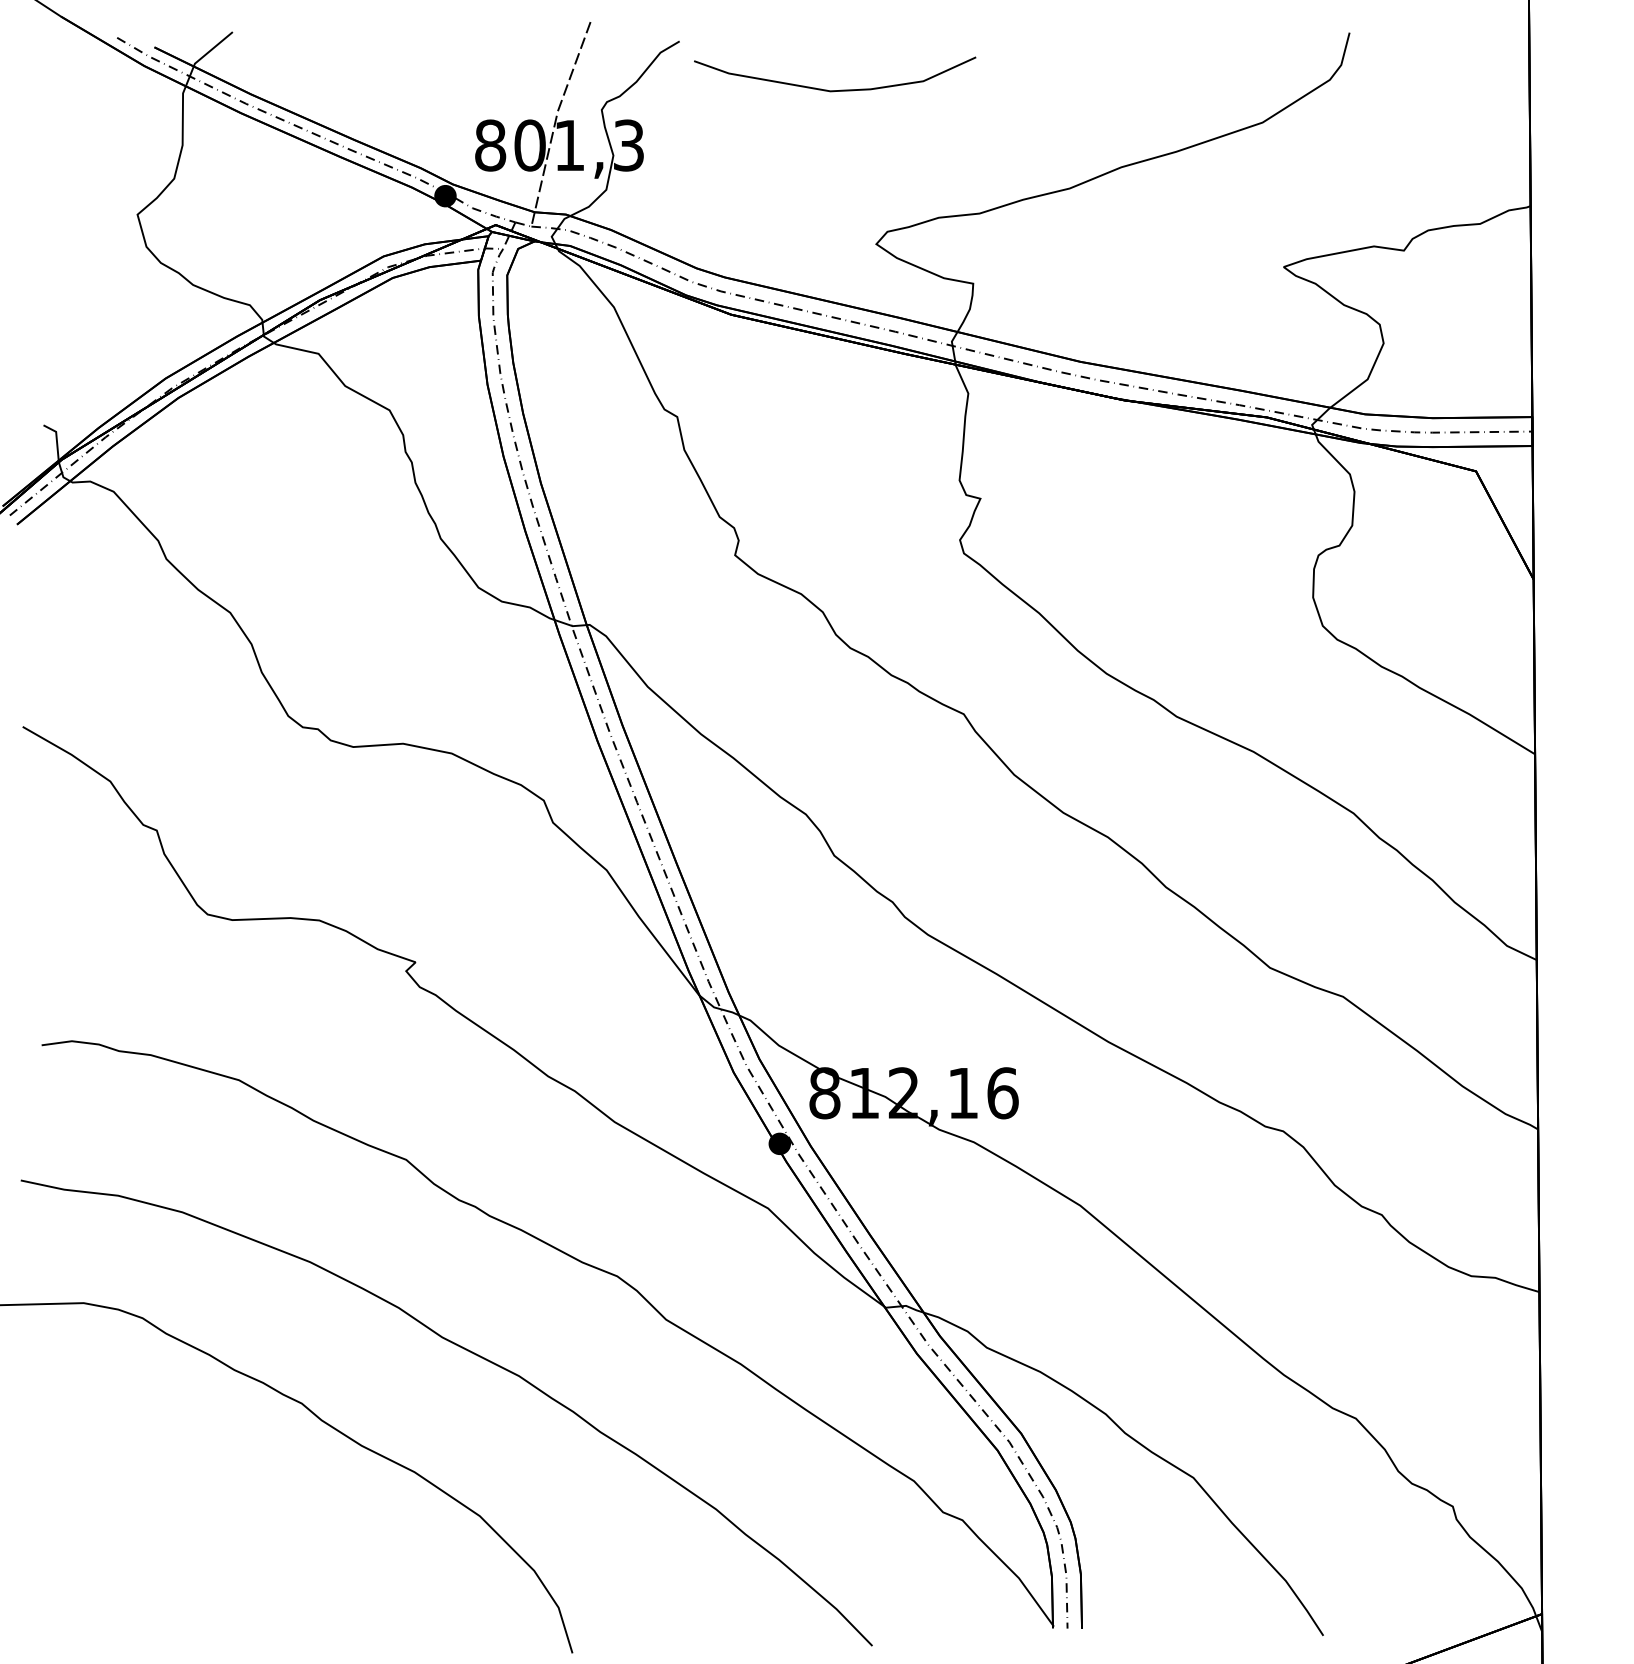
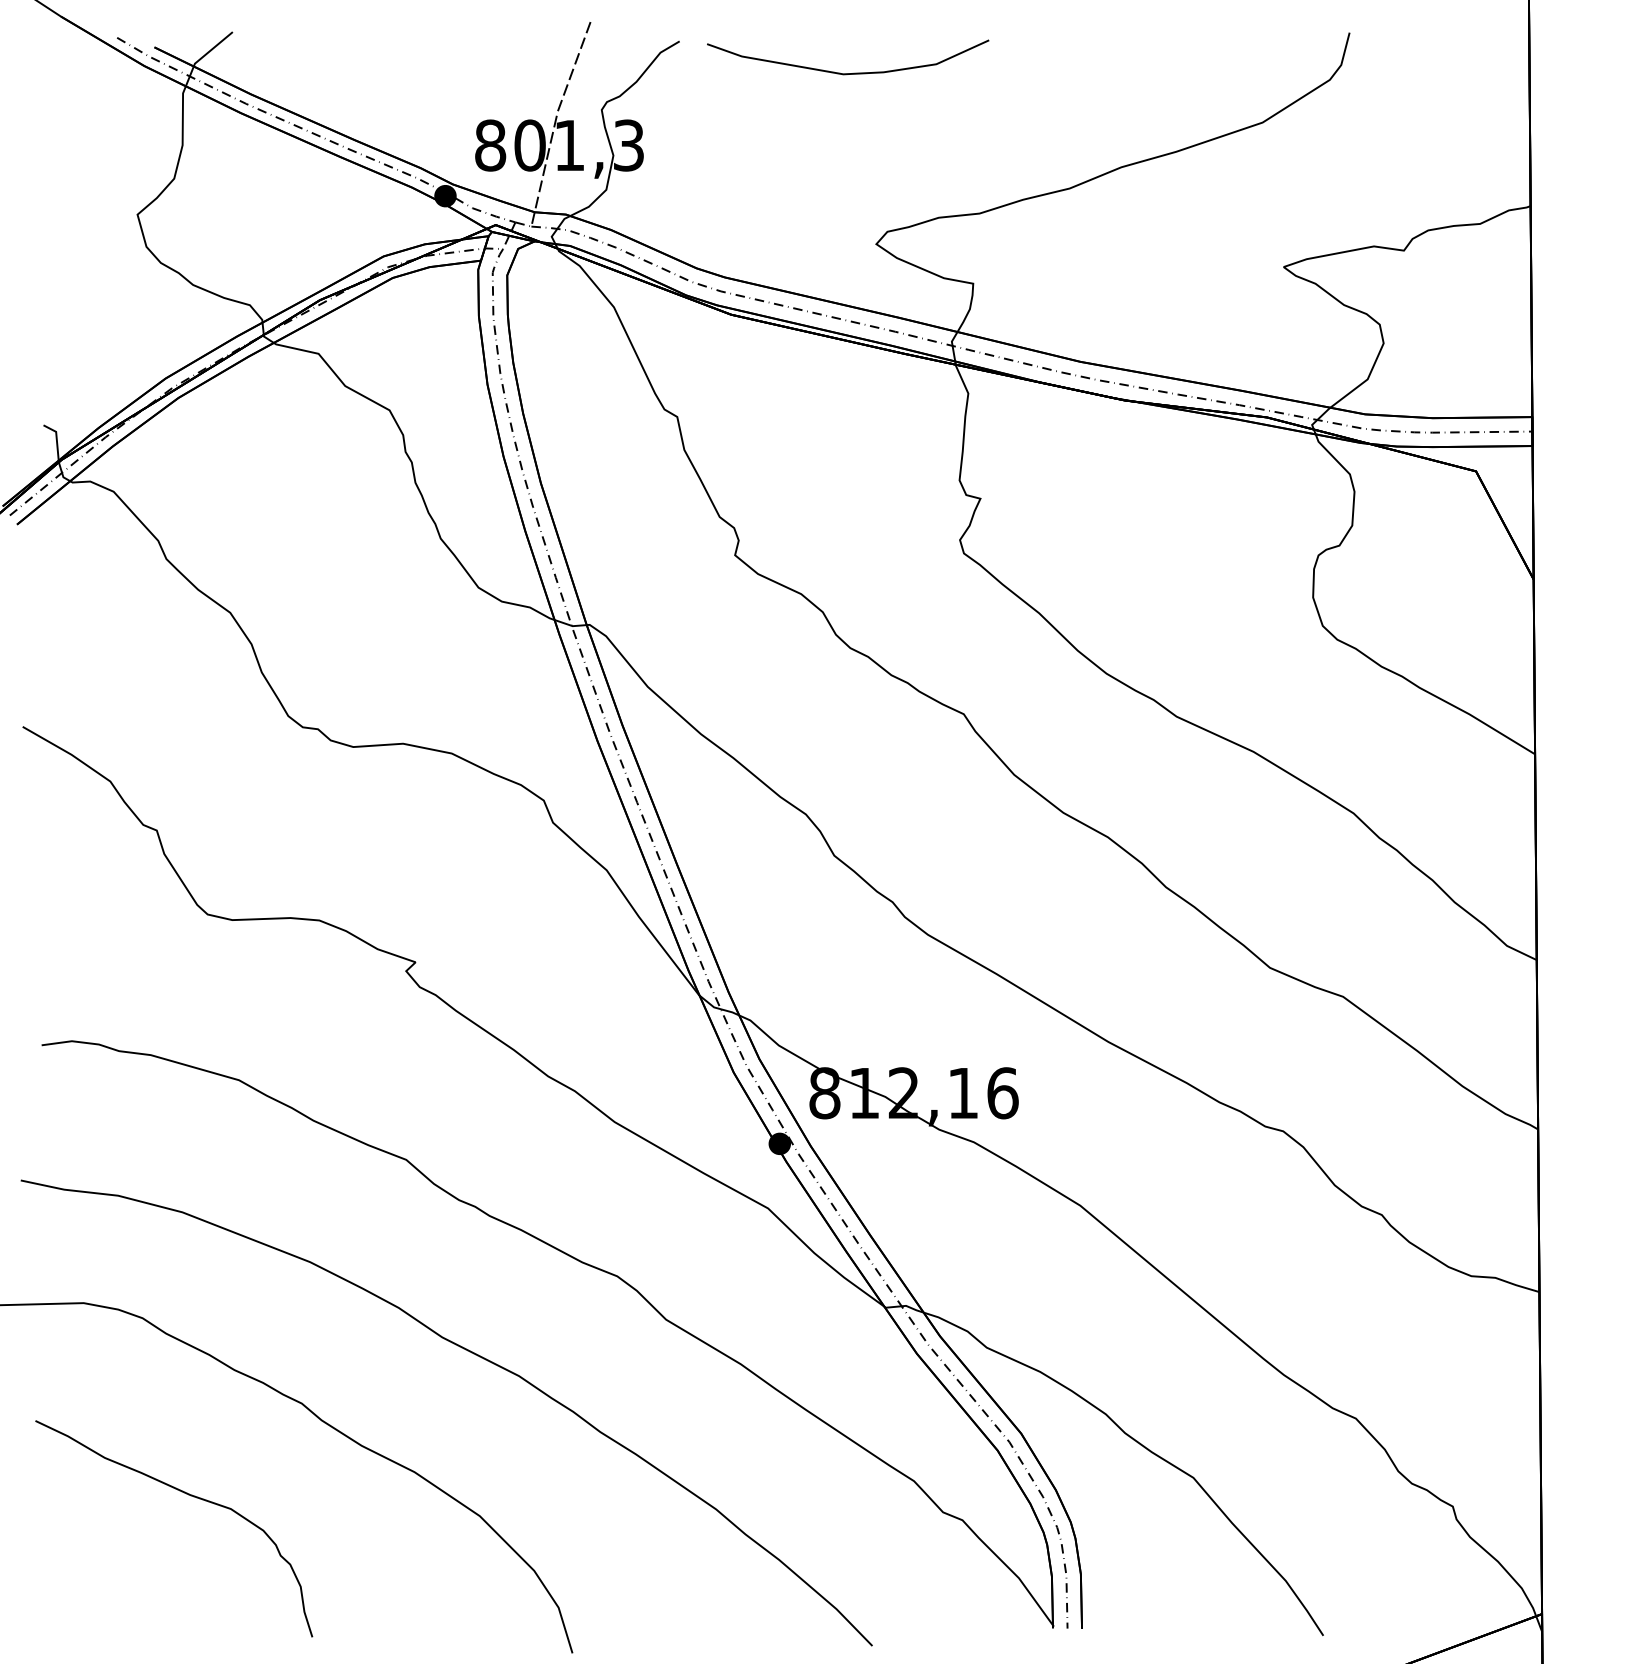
curve at (840, 89) position: (840, 89) -> (853, 72)
curve at (190, 1496): none -> present
